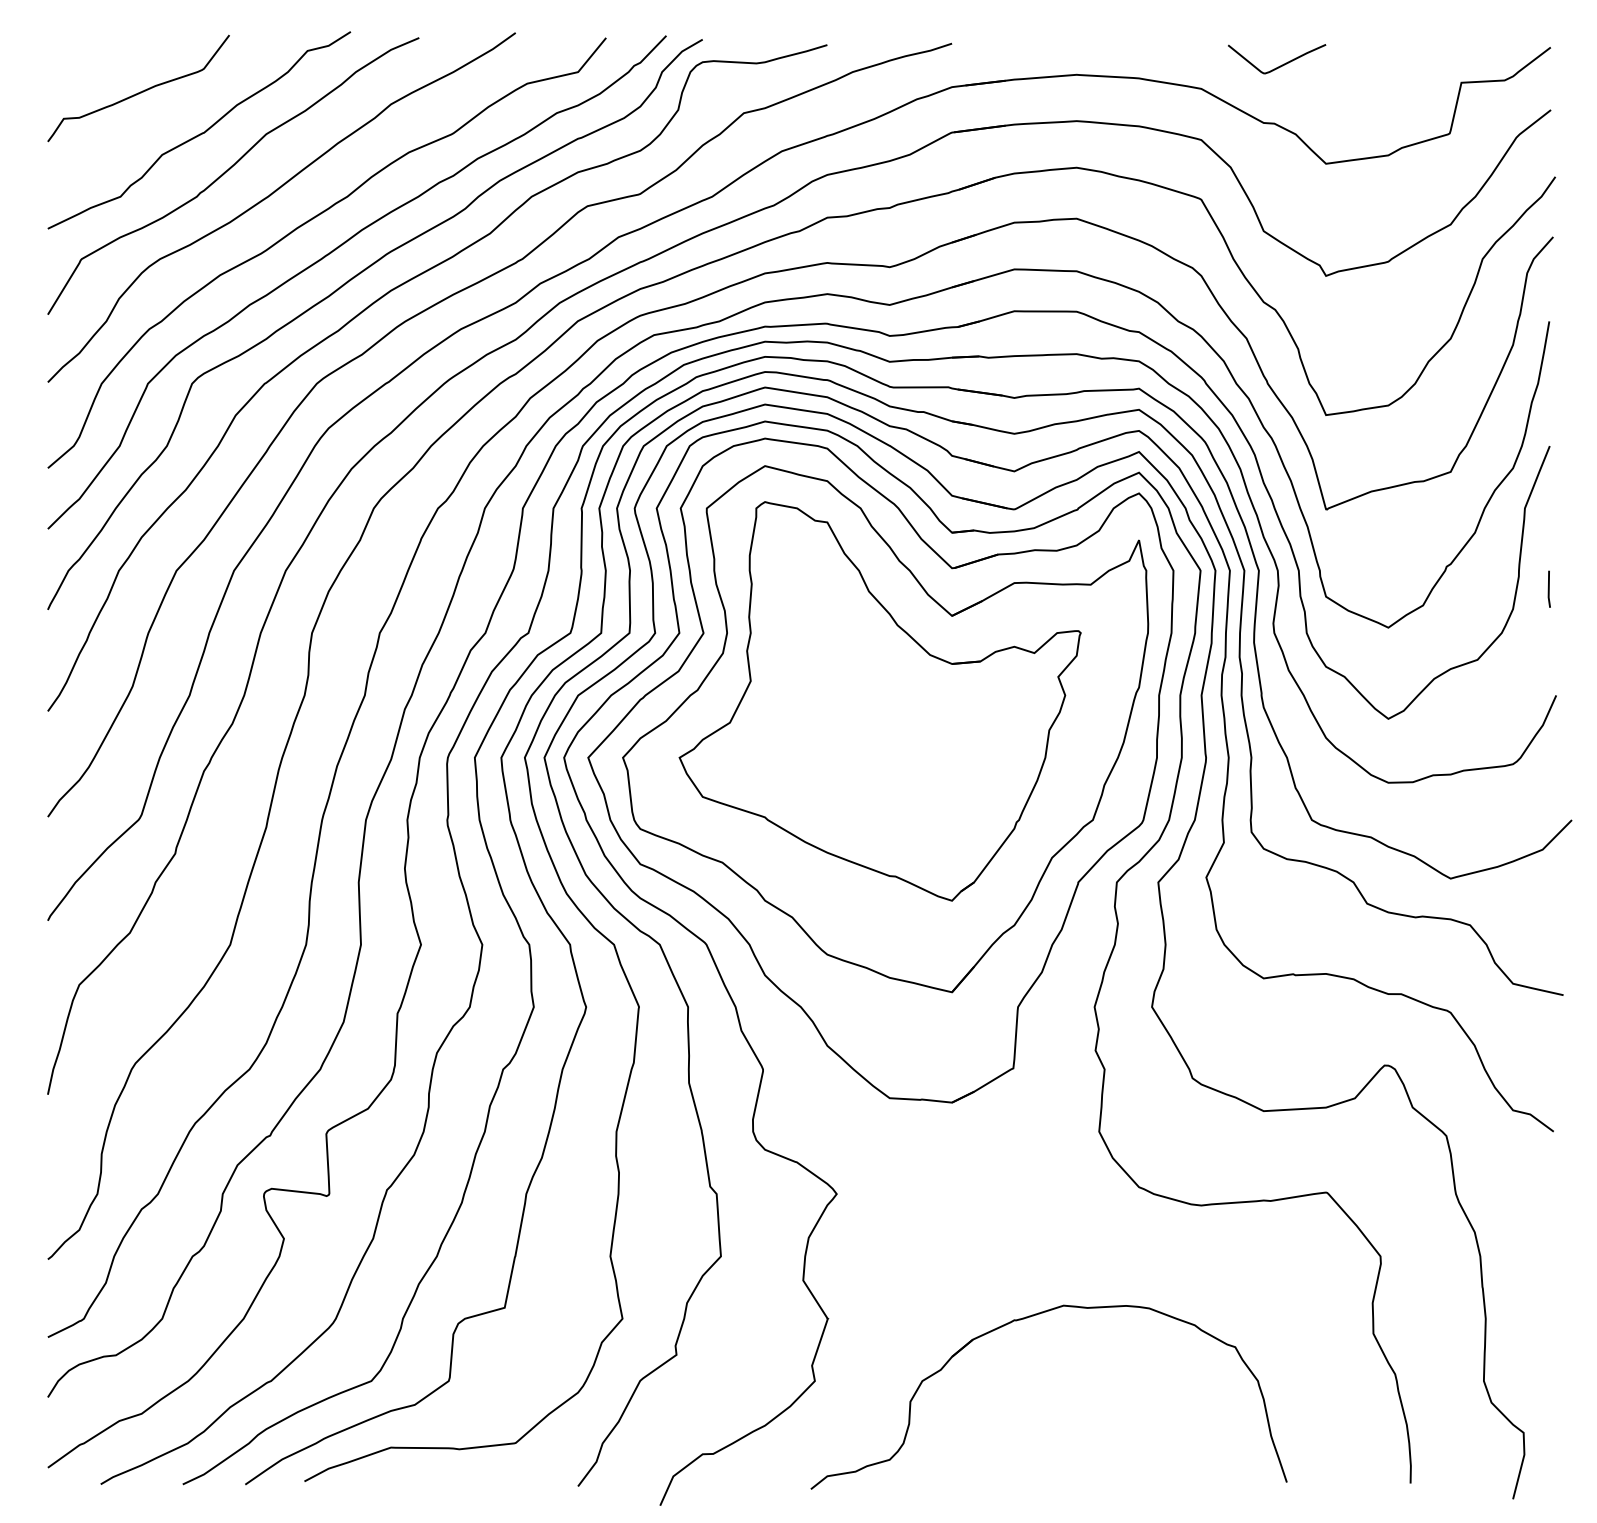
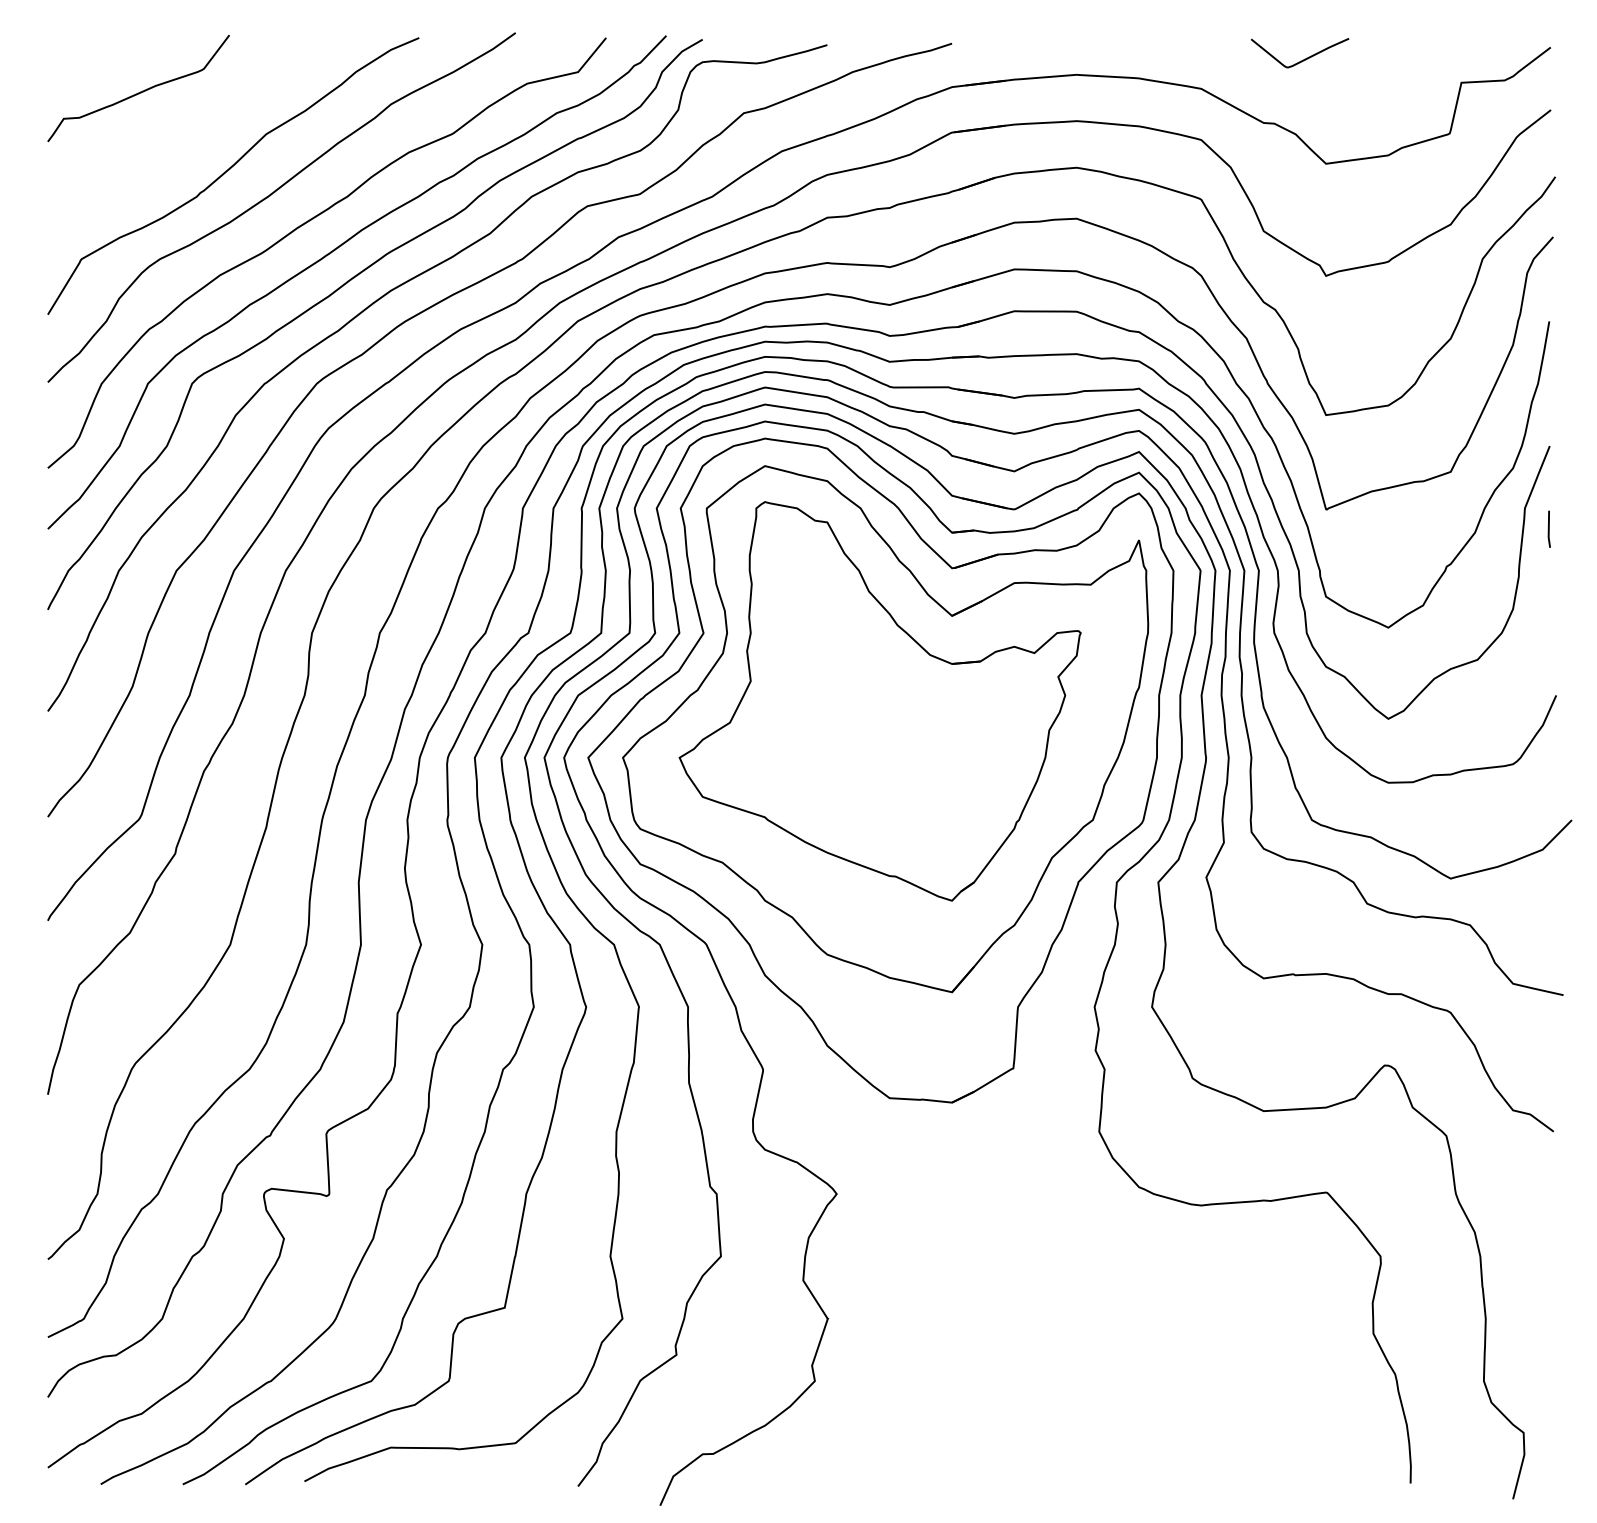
curve at (1280, 65) position: (1280, 65) -> (1303, 59)
curve at (201, 132): present -> none
line at (1548, 588) position: (1548, 588) -> (1548, 528)
part at (1024, 1319): present -> none
